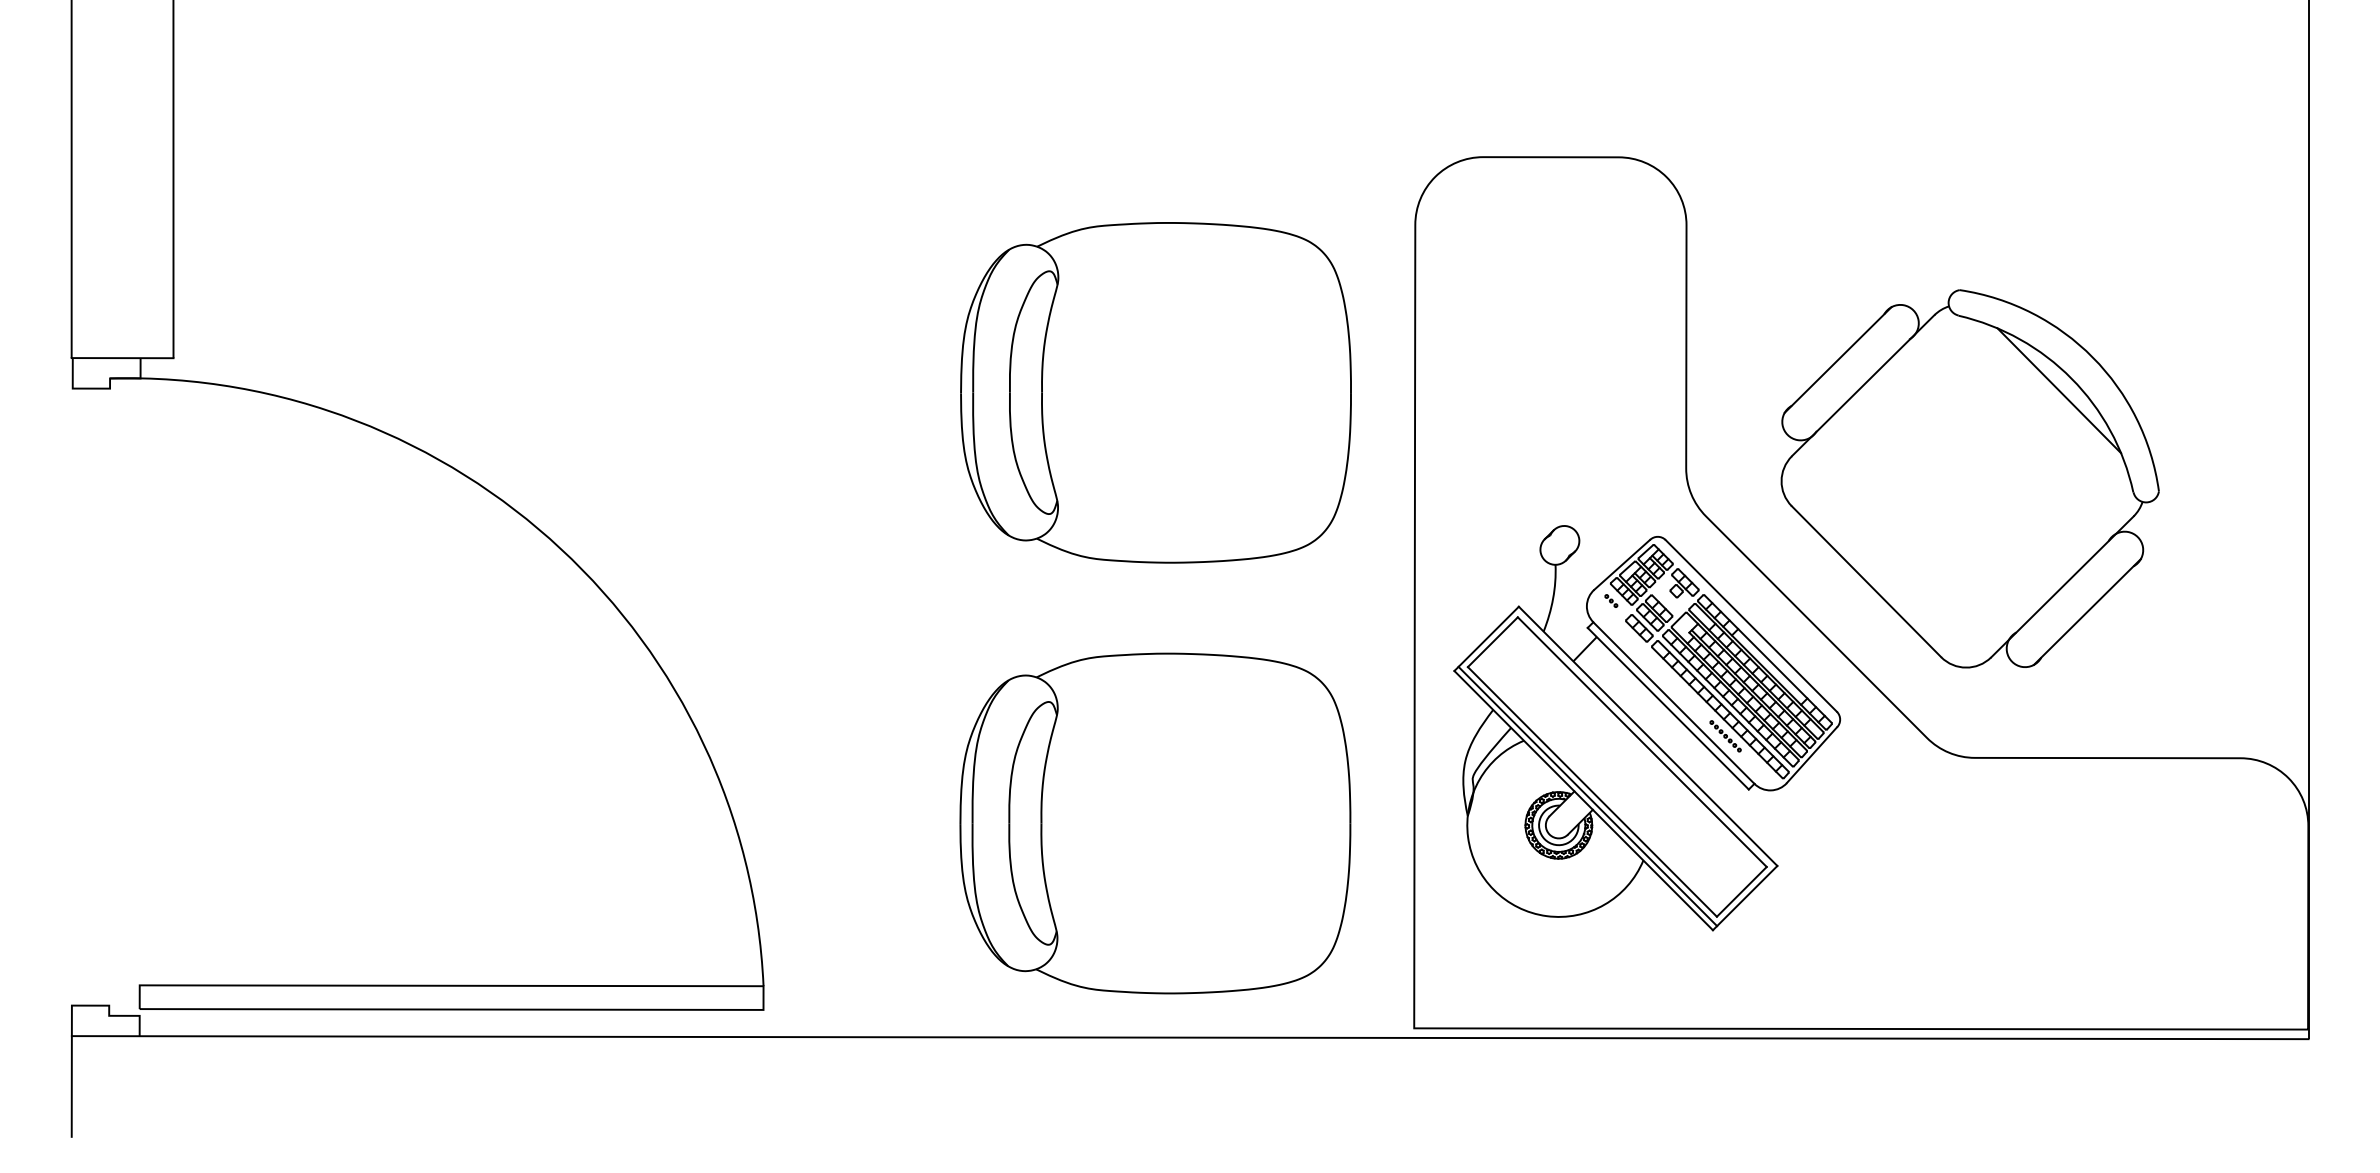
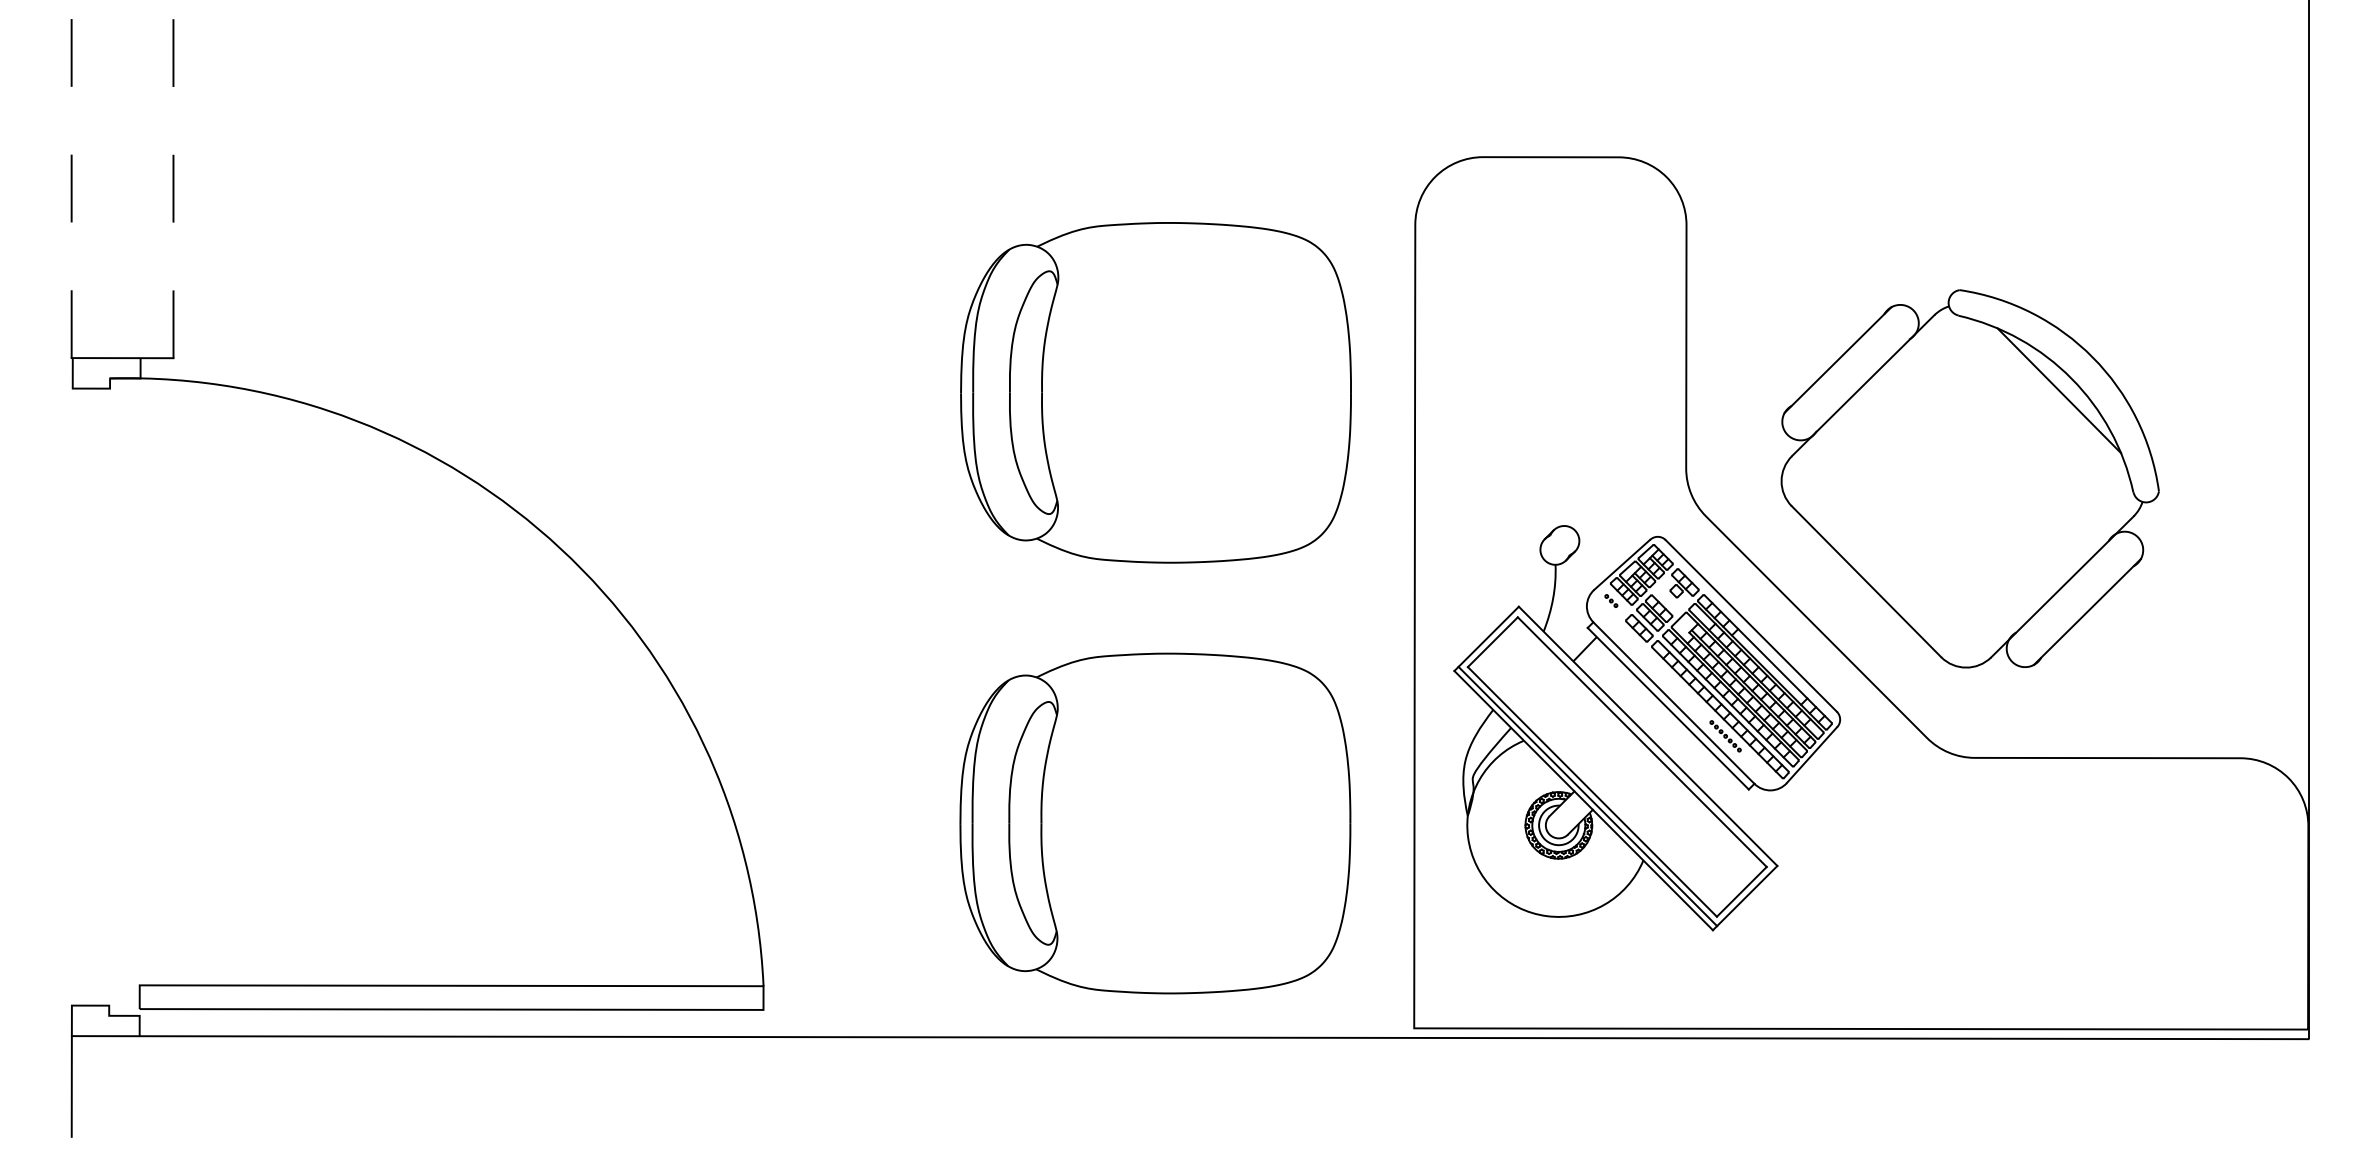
line at (71, 179): solid -> dashed
line at (173, 179): solid -> dashed
